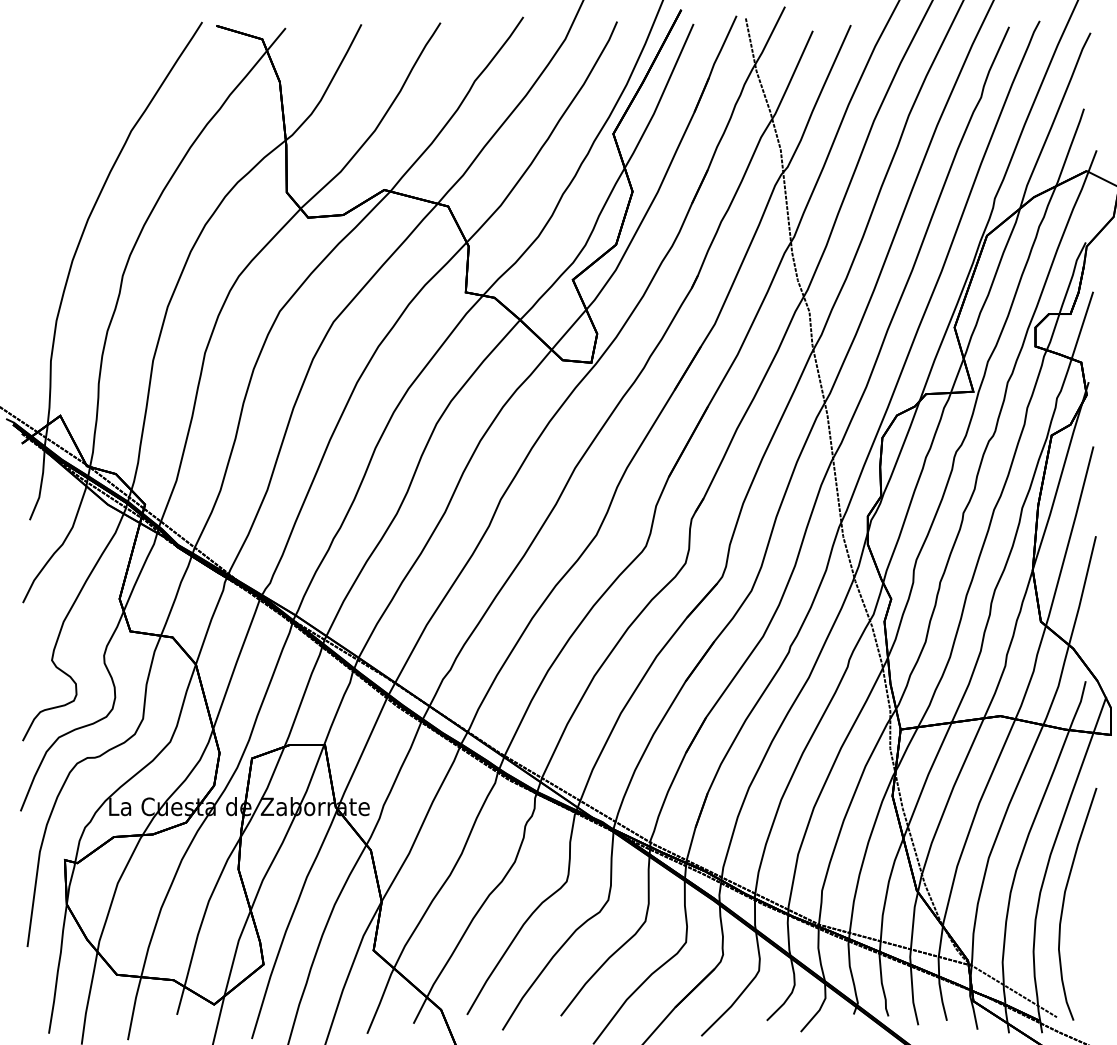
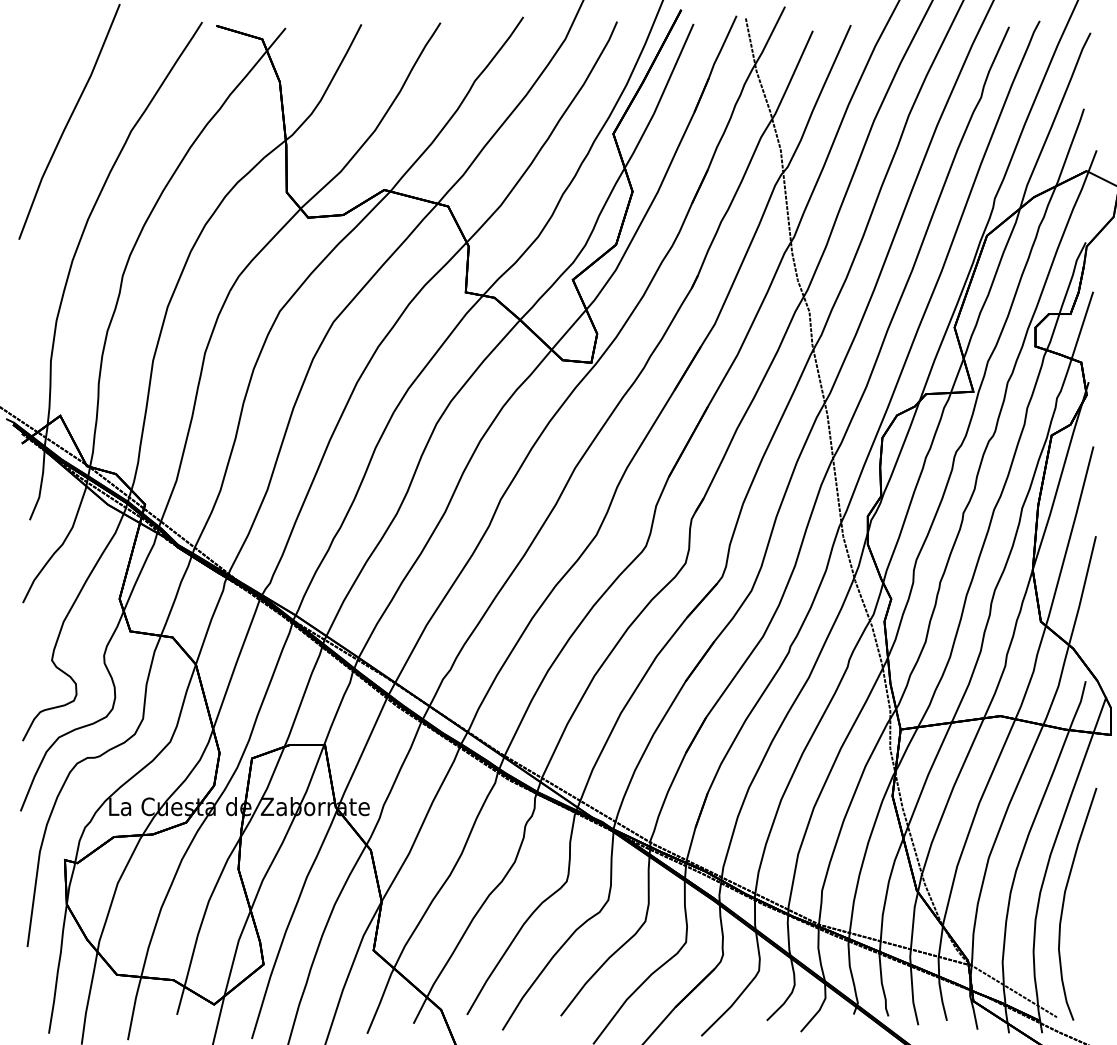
line at (69, 121): none -> present
